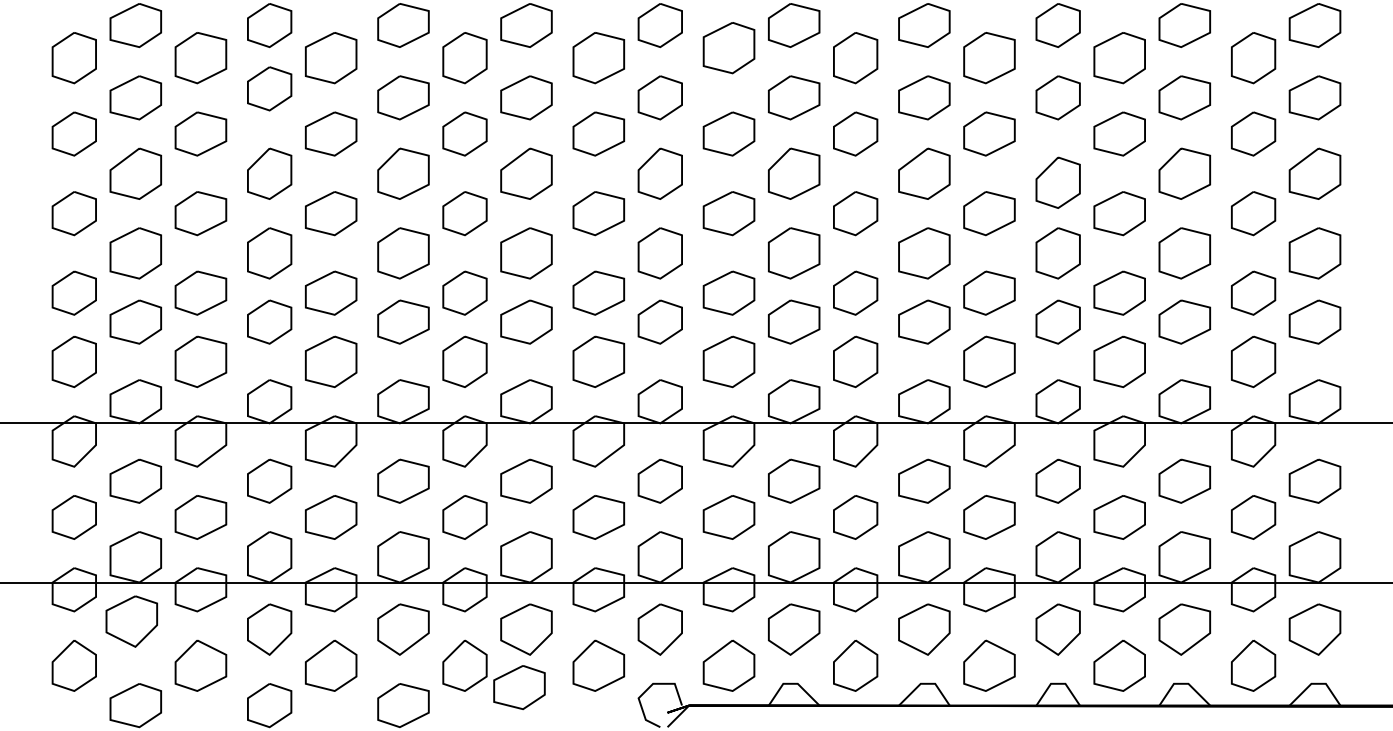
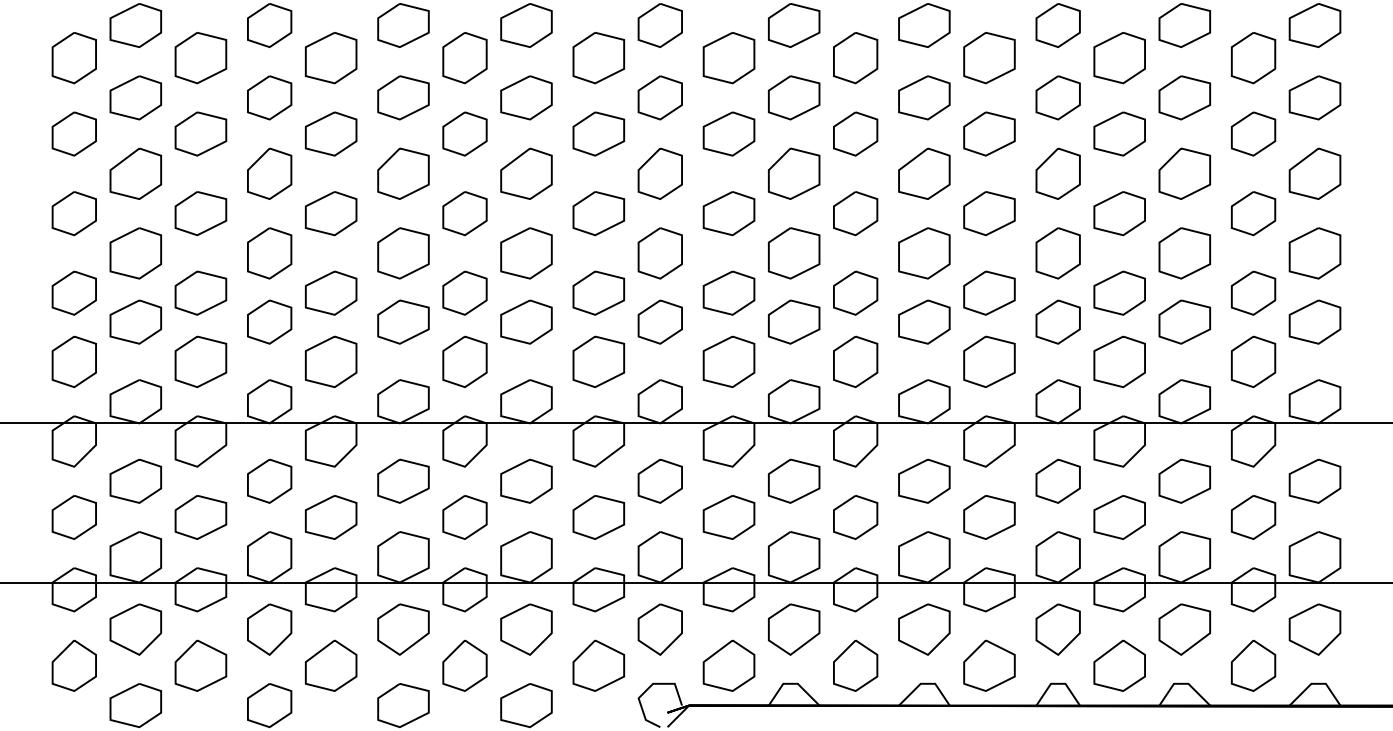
part at (728, 48) position: (728, 48) -> (728, 58)
part at (269, 88) position: (269, 88) -> (269, 97)
part at (1057, 182) position: (1057, 182) -> (1057, 173)
part at (131, 621) position: (131, 621) -> (135, 629)
part at (519, 687) position: (519, 687) -> (526, 705)
